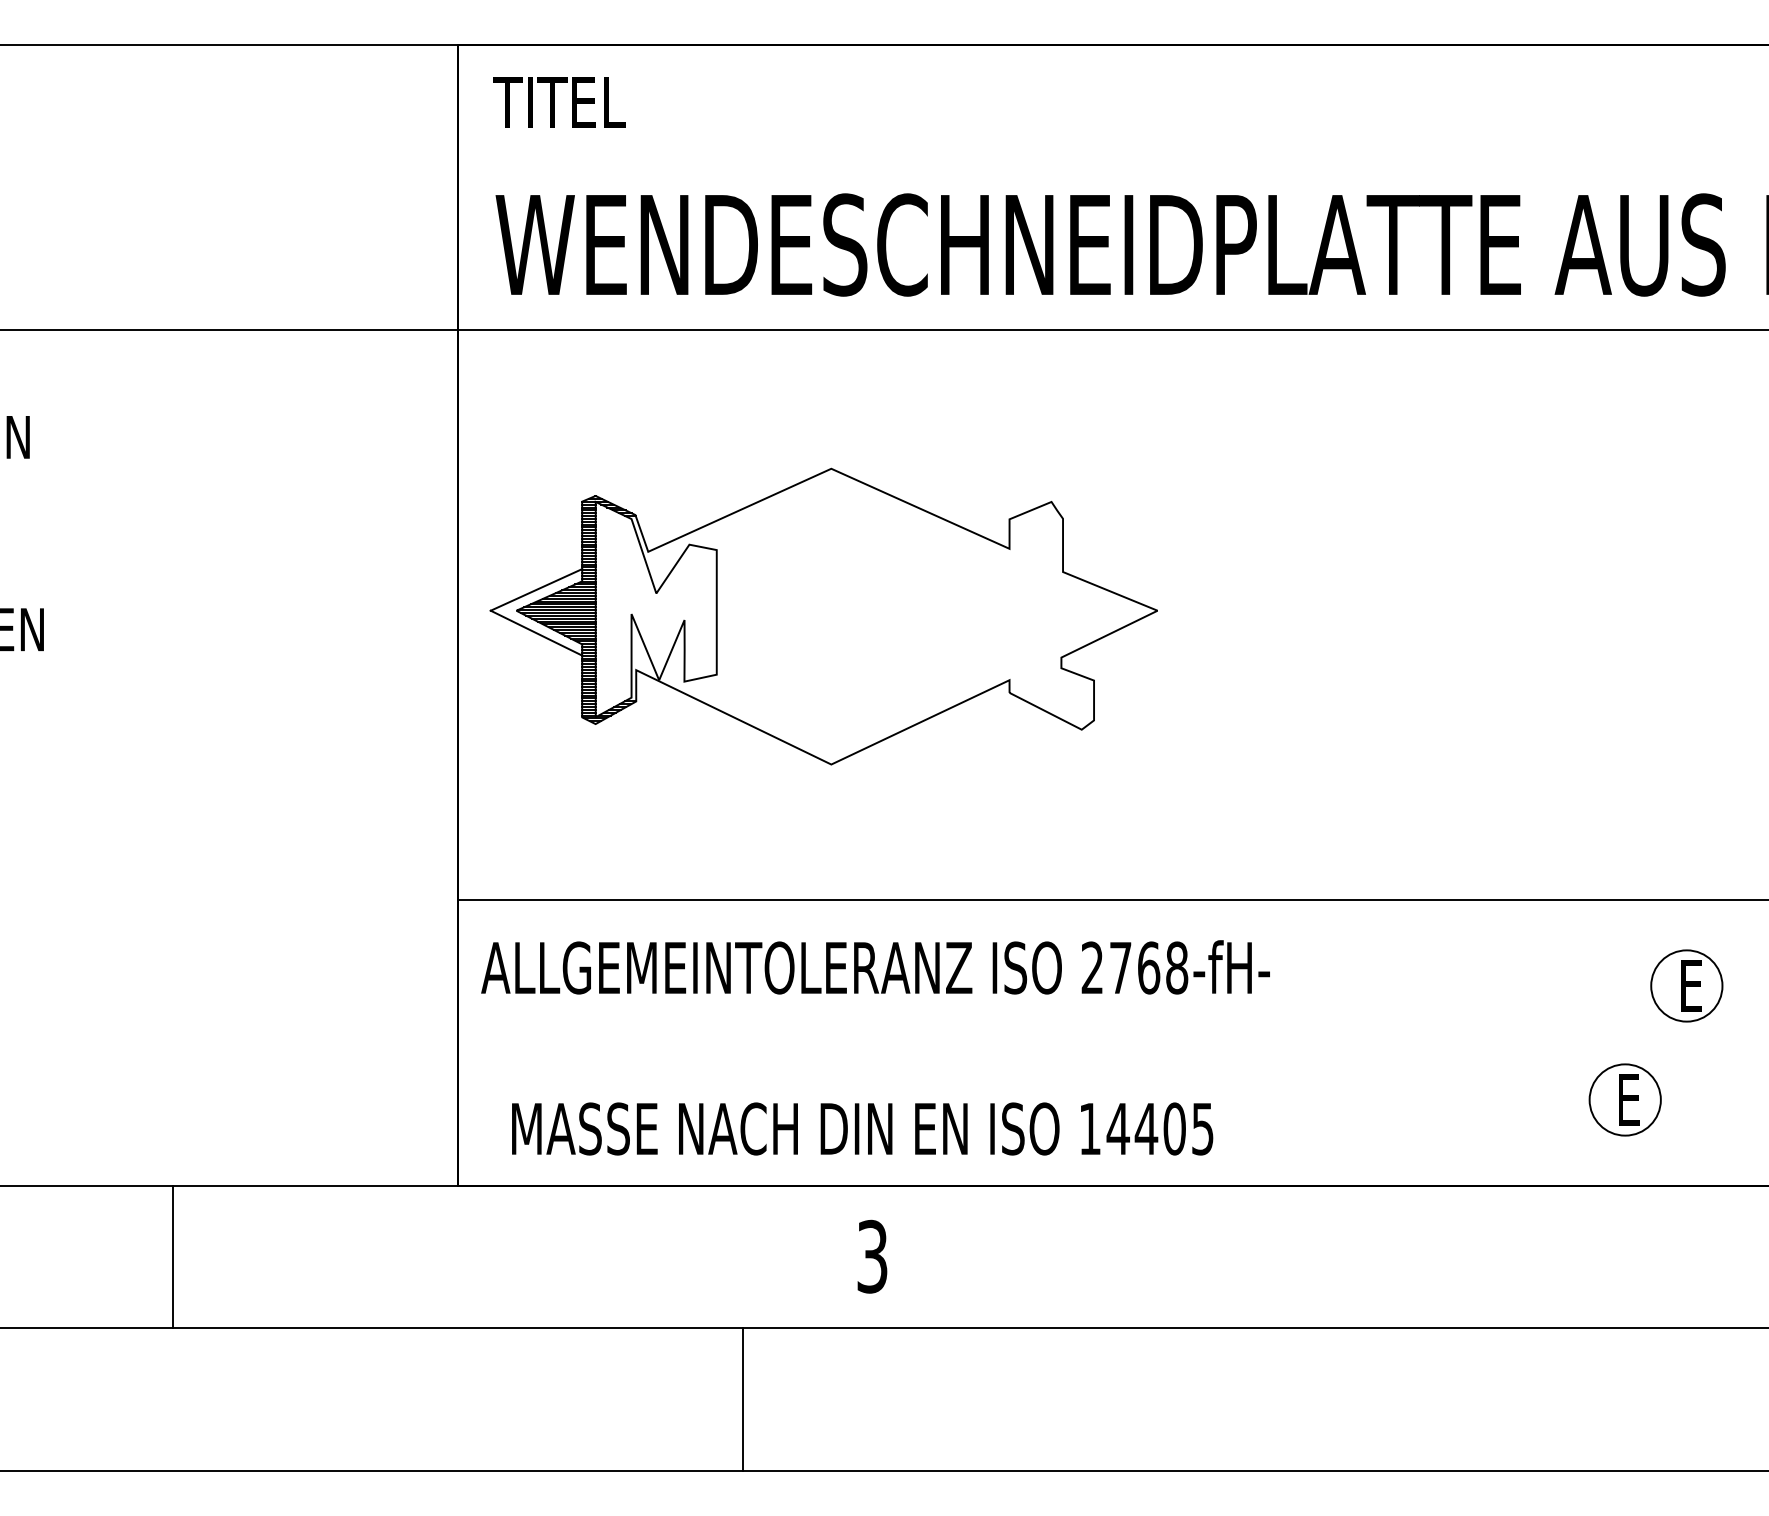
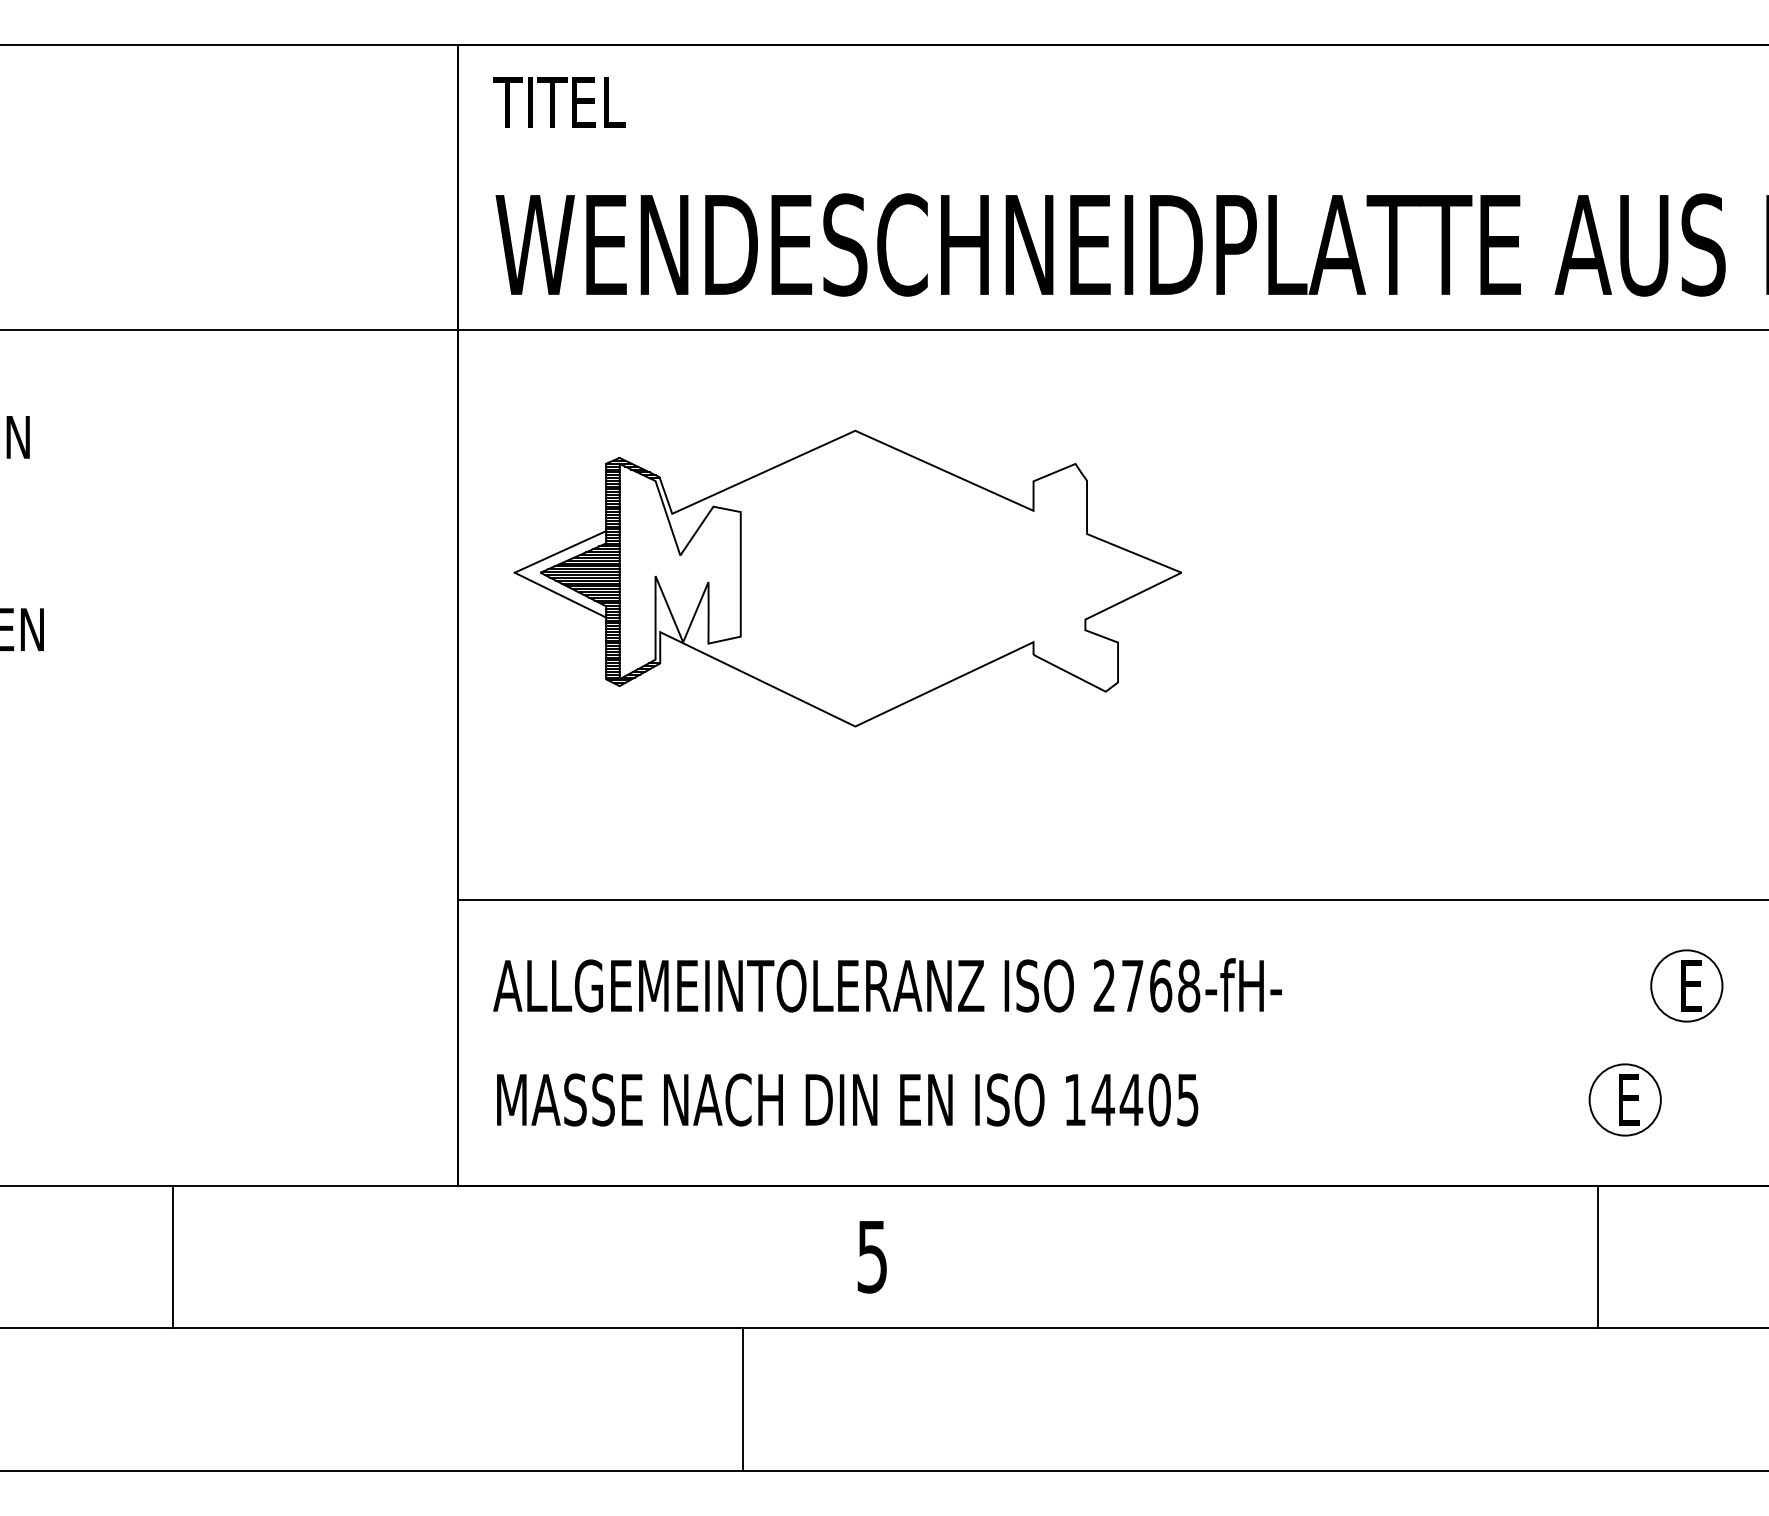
part at (823, 616) position: (823, 616) -> (847, 578)
text at (875, 967) position: (875, 967) -> (887, 985)
text at (862, 1128) position: (862, 1128) -> (847, 1099)
text at (872, 1256): 3 -> 5
line at (1597, 1256): none -> present
